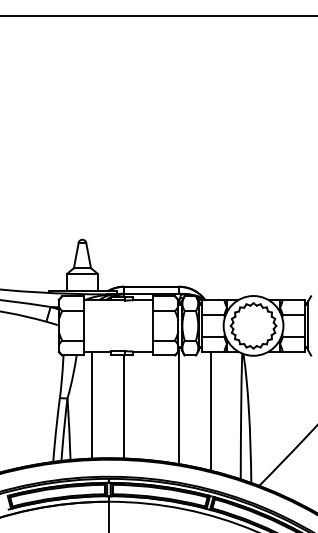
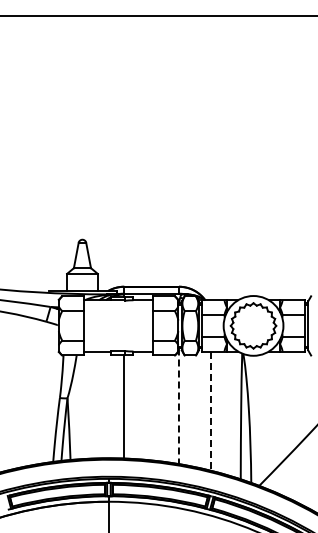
line at (91, 404): present -> none
line at (178, 406): solid -> dashed
line at (211, 411): solid -> dashed
